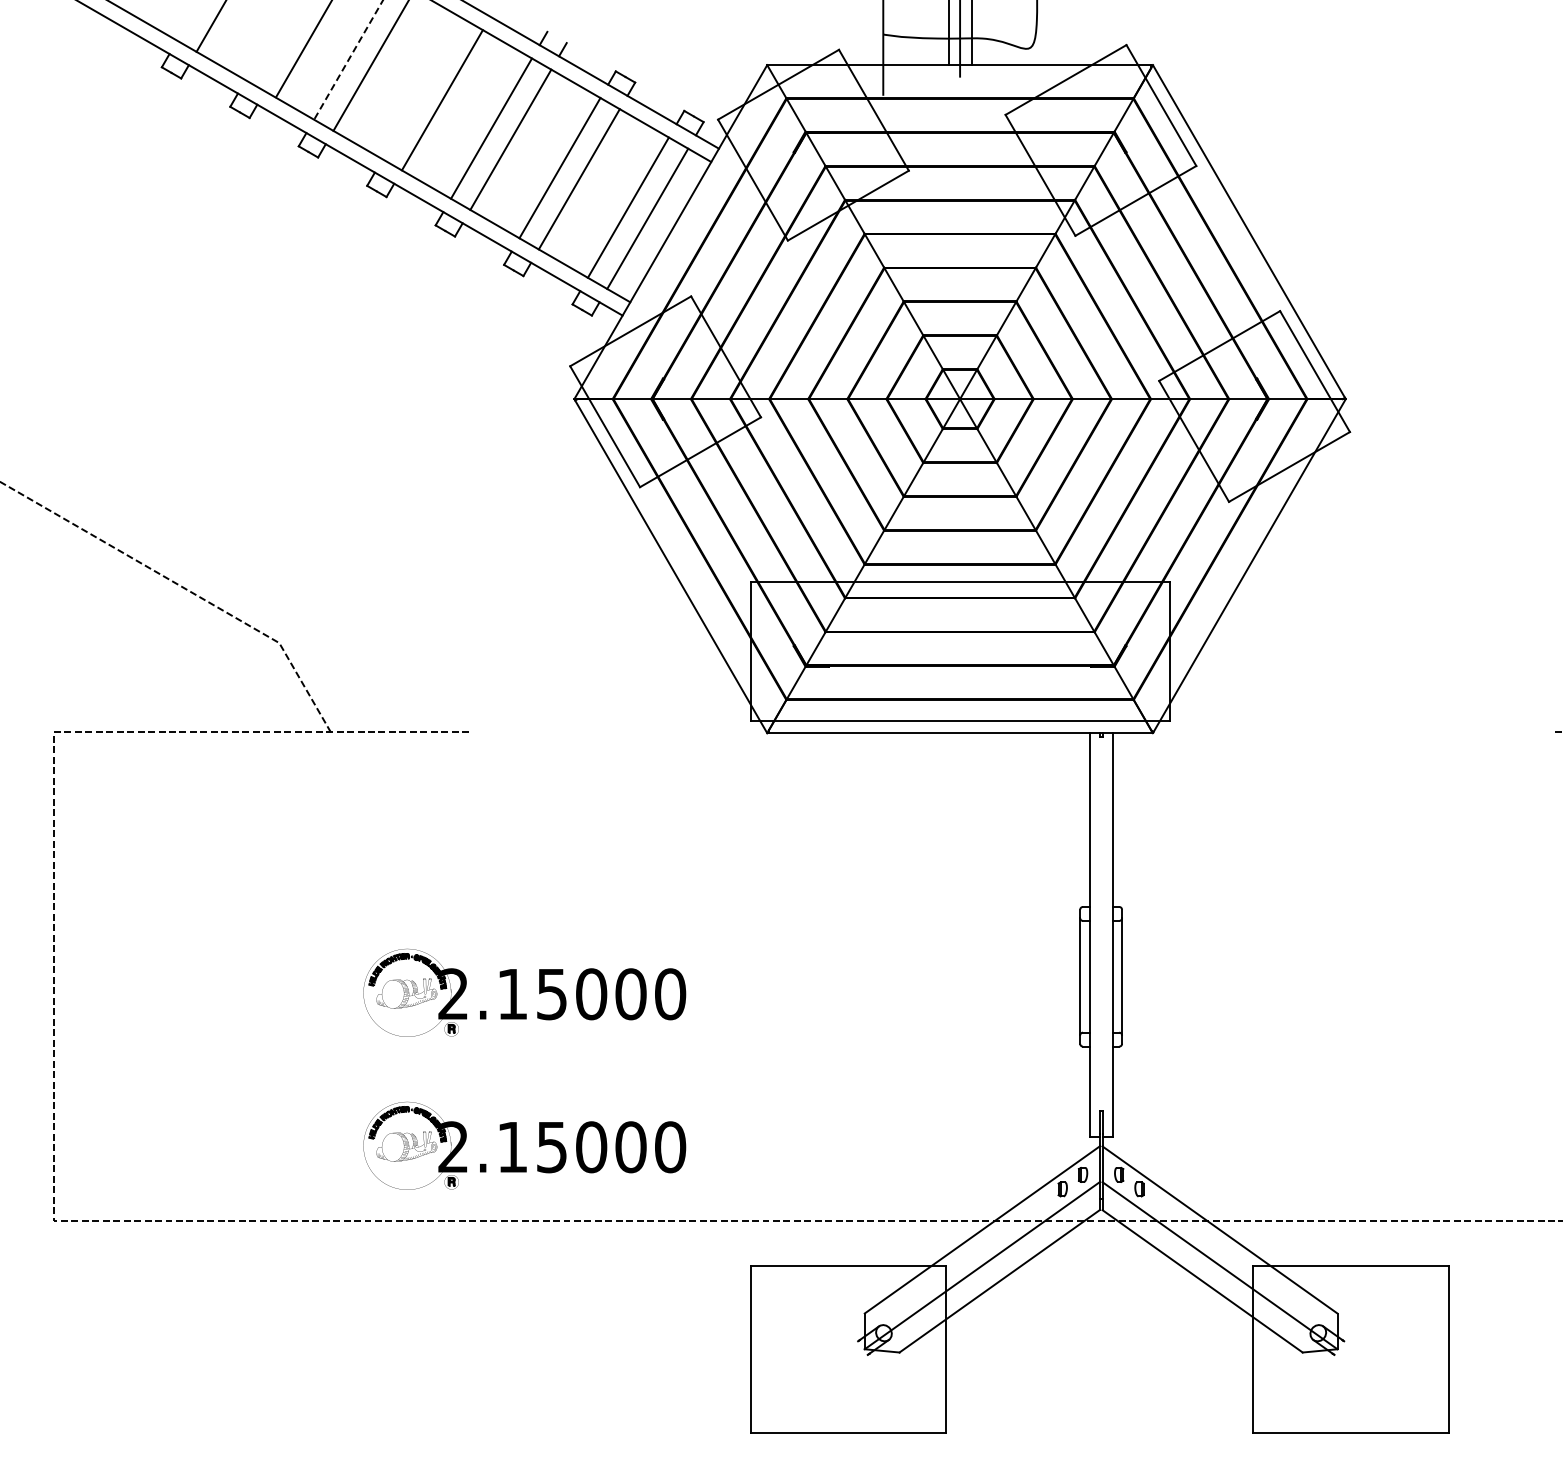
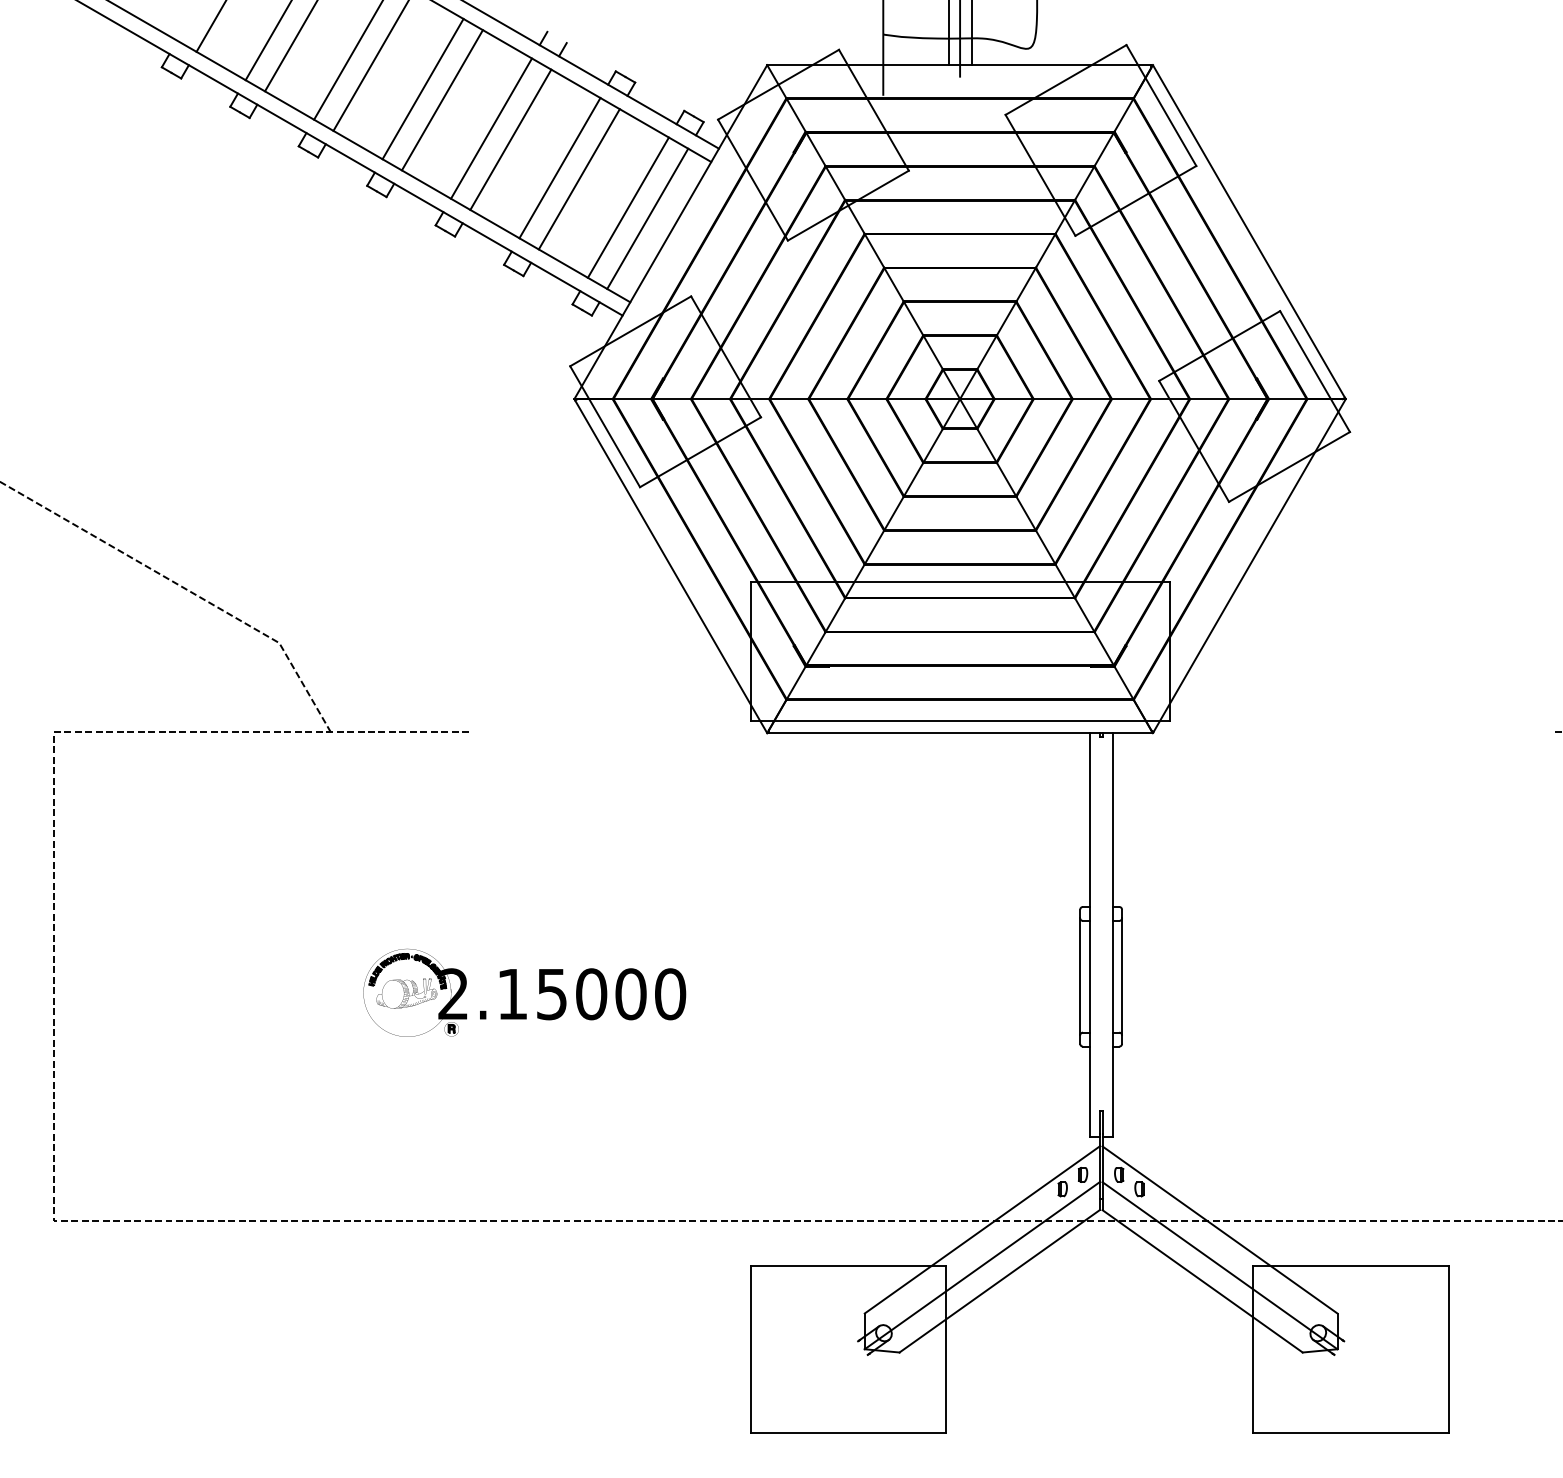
line at (267, 41): none -> present
line at (303, 49) position: (303, 49) -> (290, 46)
line at (348, 59): dashed -> solid
line at (422, 88): none -> present
part at (516, 1145): present -> none
